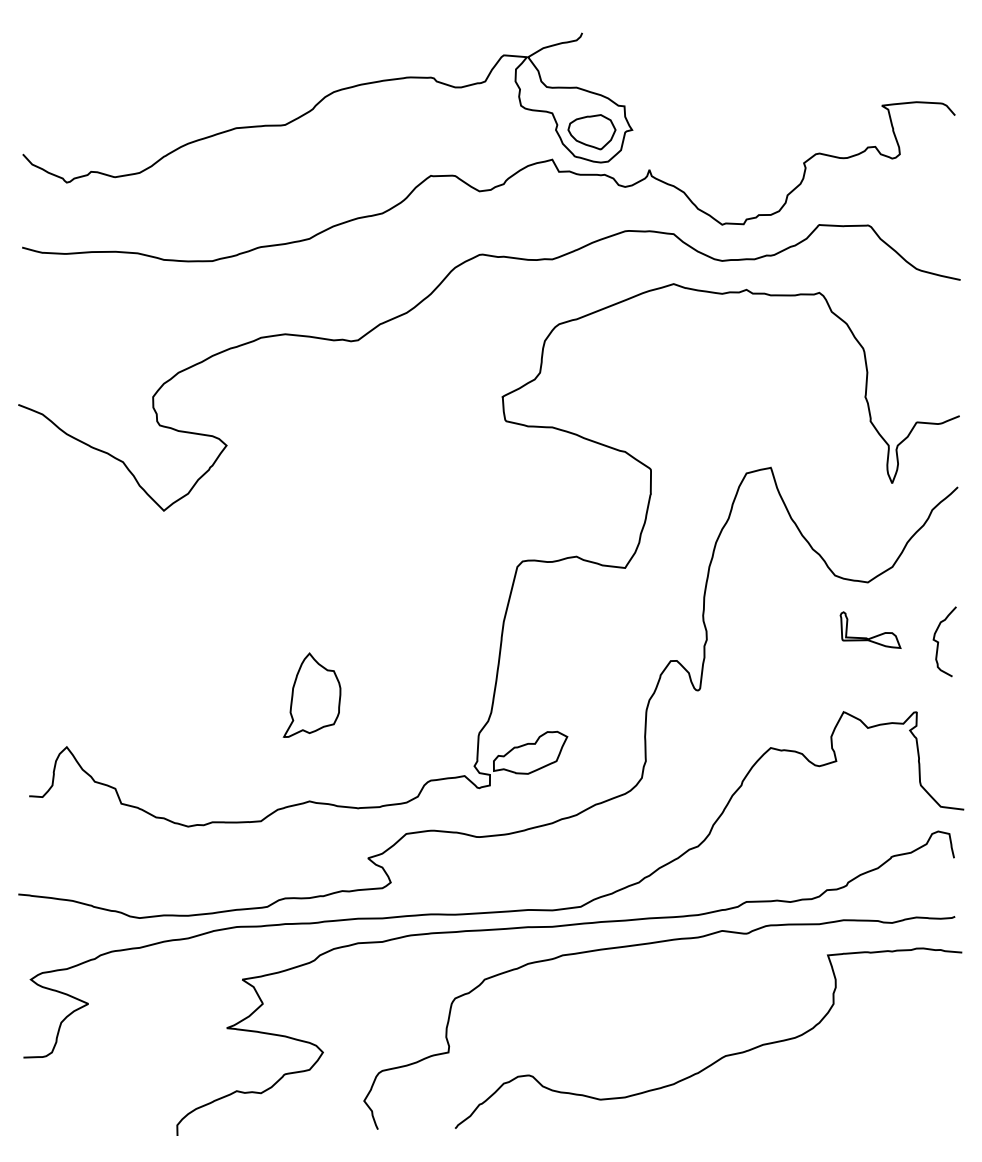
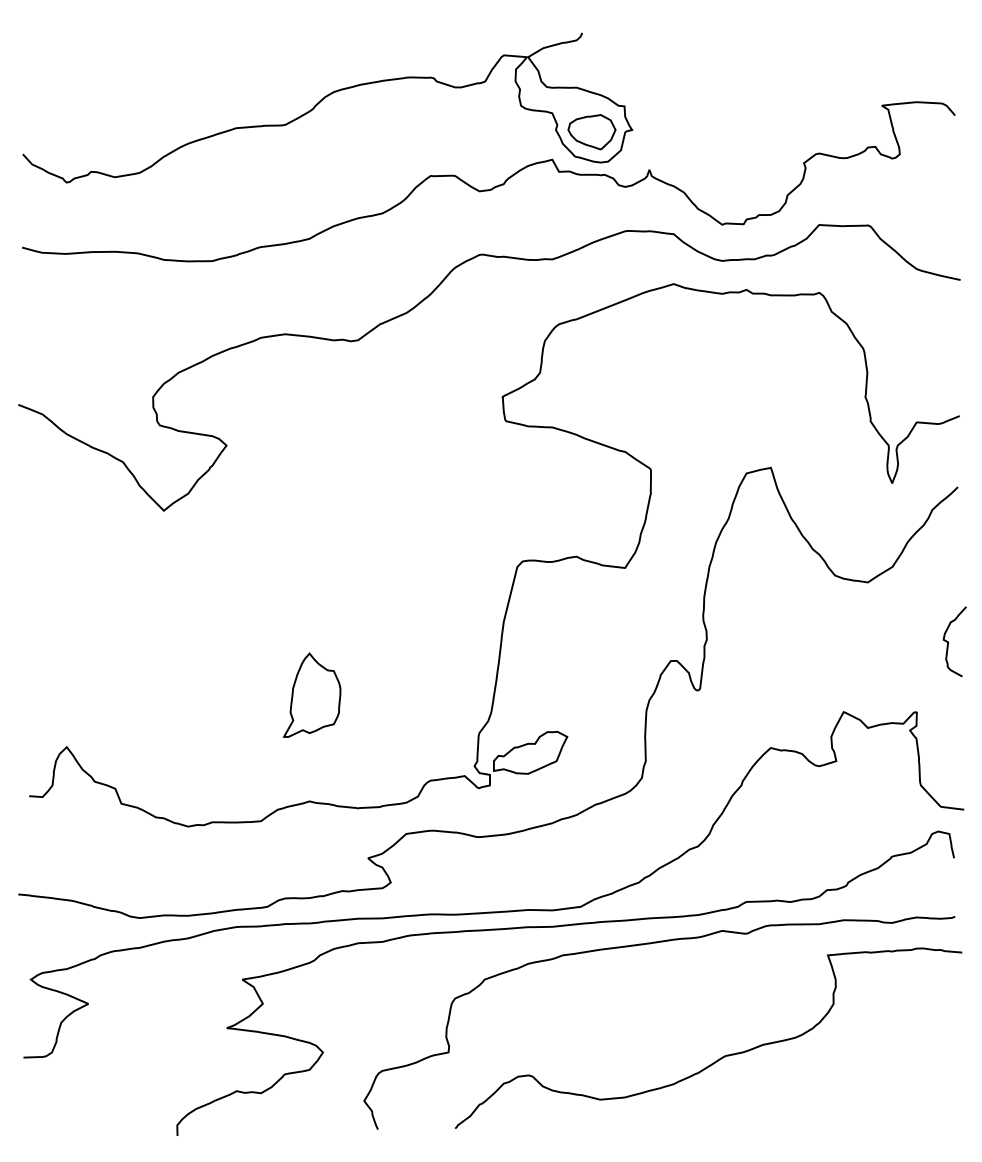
part at (872, 636): present -> none
curve at (939, 642) position: (939, 642) -> (949, 642)
